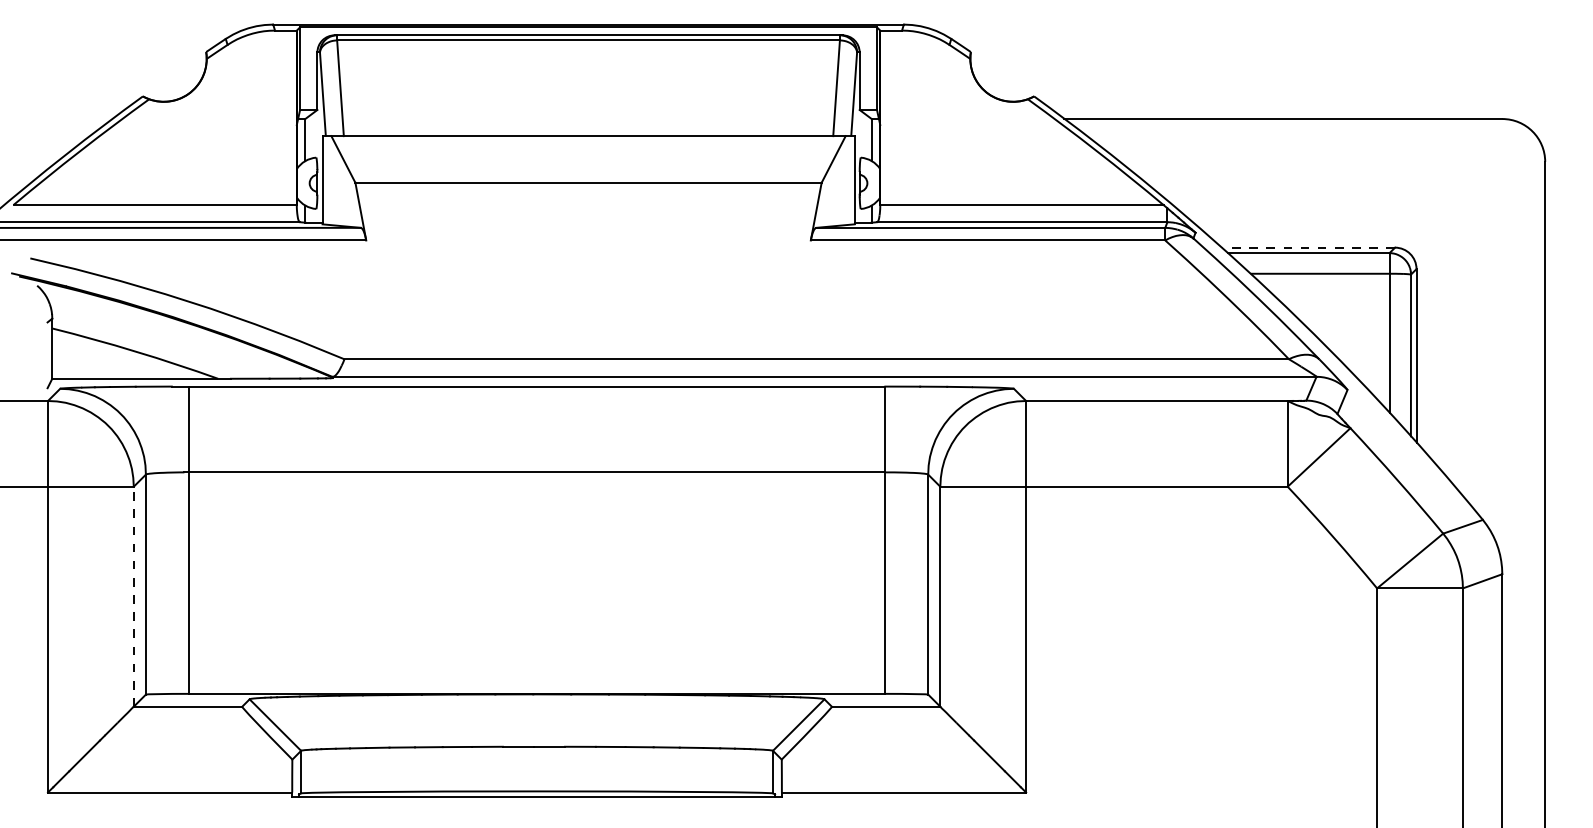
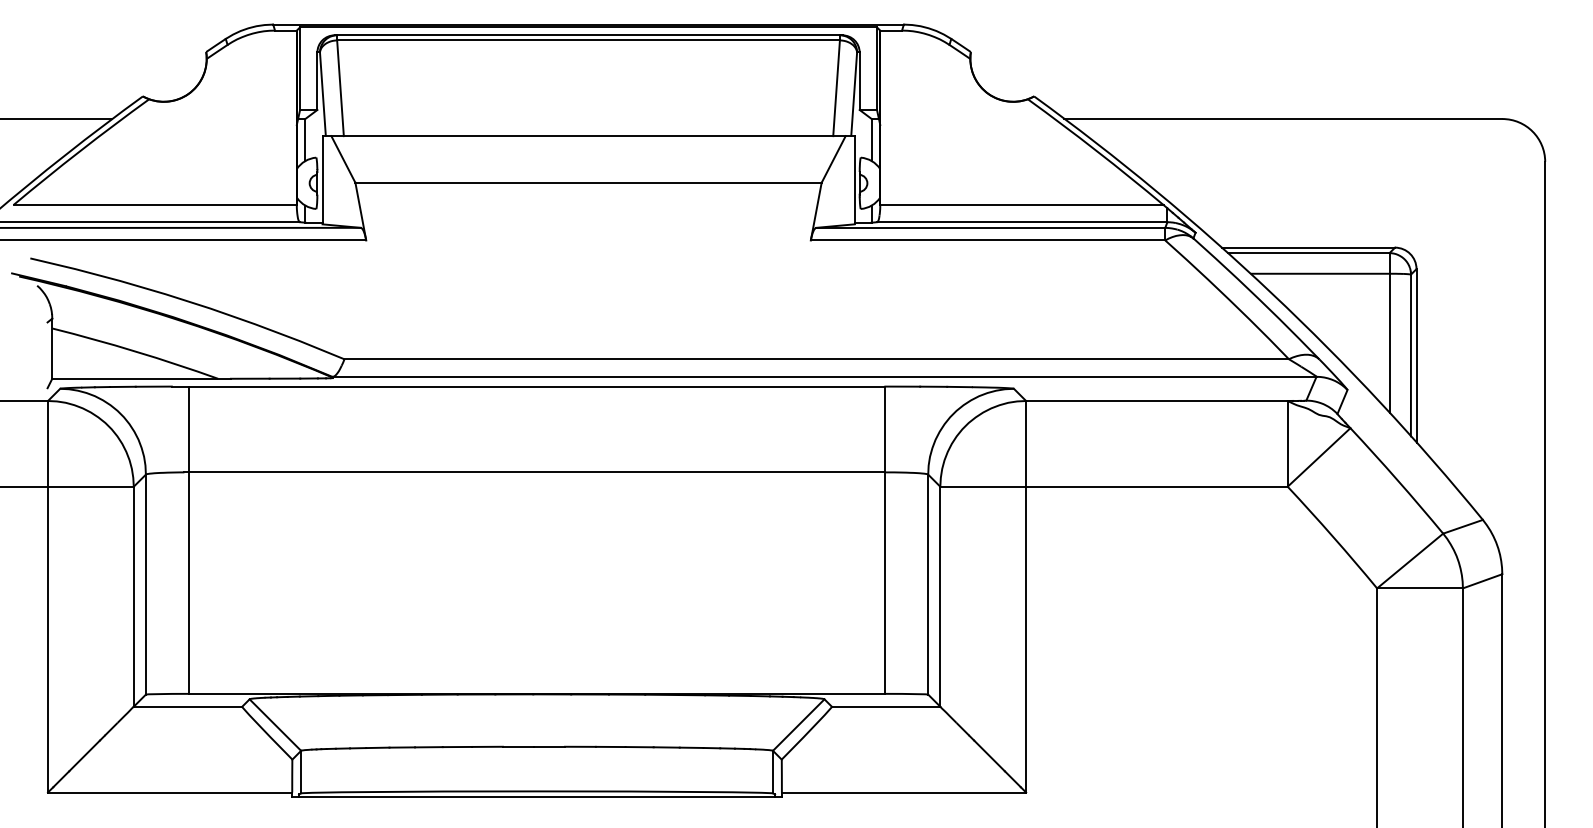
line at (57, 118): none -> present
line at (1308, 247): dashed -> solid
line at (133, 596): dashed -> solid
